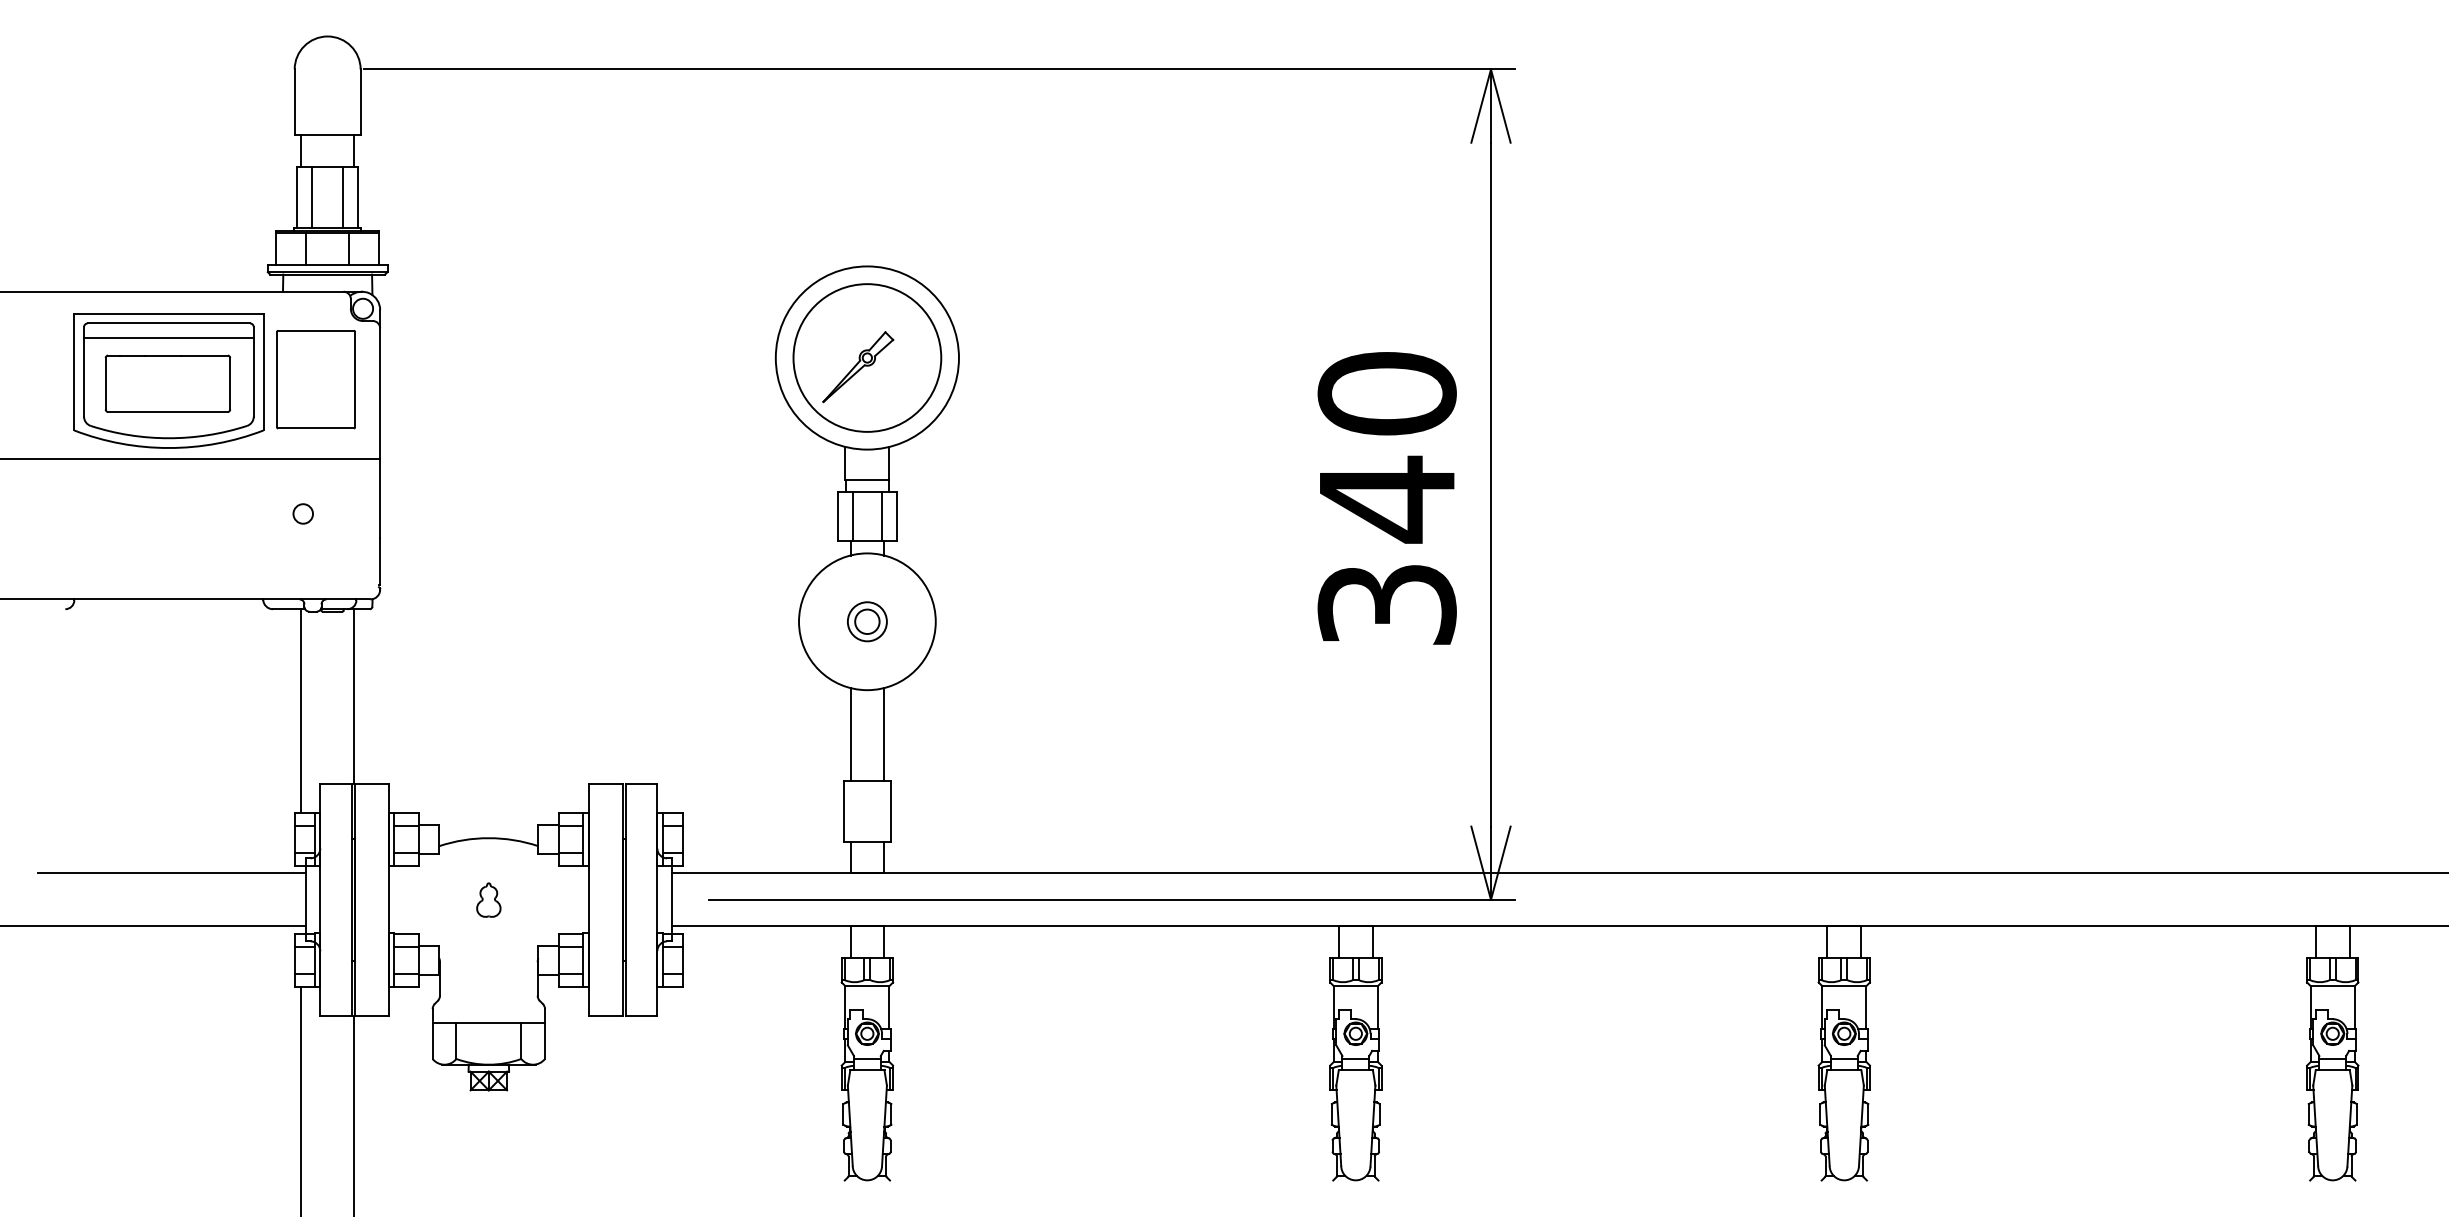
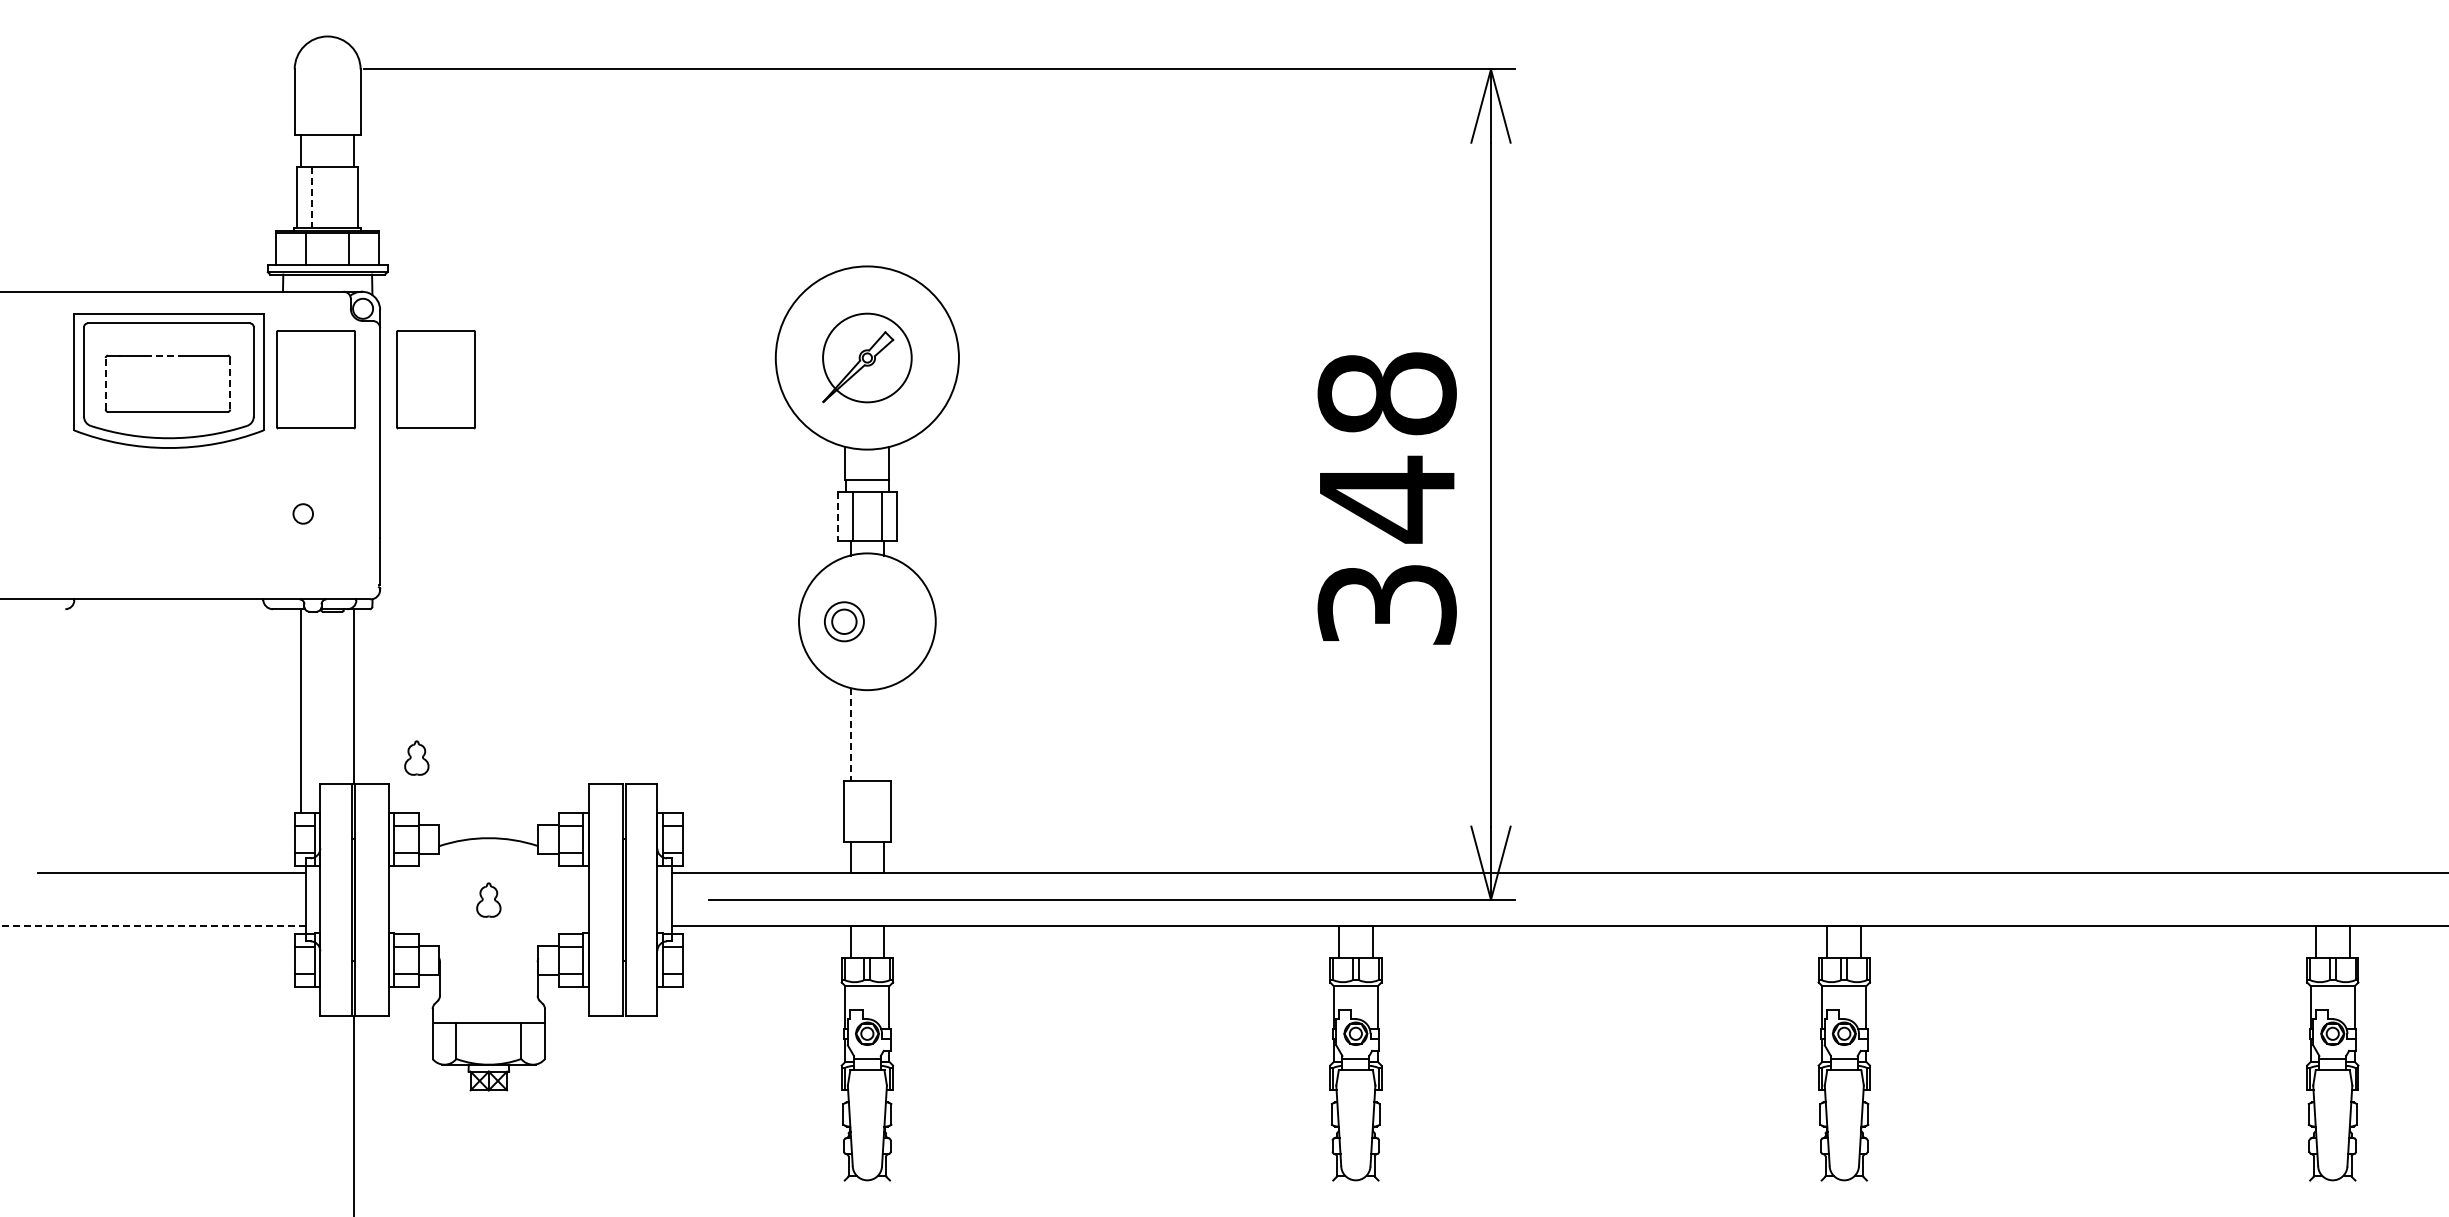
line at (312, 197): solid -> dashed
line at (342, 197): present -> none
line at (168, 337): present -> none
line at (163, 355): solid -> dashed
circle at (867, 357) diameter: 148 px -> 89 px
part at (435, 379): none -> present
line at (105, 383): solid -> dashed
line at (230, 383): solid -> dashed
text at (1386, 393): 340 -> 348
line at (191, 459): present -> none
line at (837, 517): solid -> dashed
part at (867, 621) position: (867, 621) -> (844, 621)
line at (850, 734): solid -> dashed
line at (884, 734): present -> none
part at (416, 757): none -> present
line at (152, 926): solid -> dashed
line at (301, 1099): present -> none
